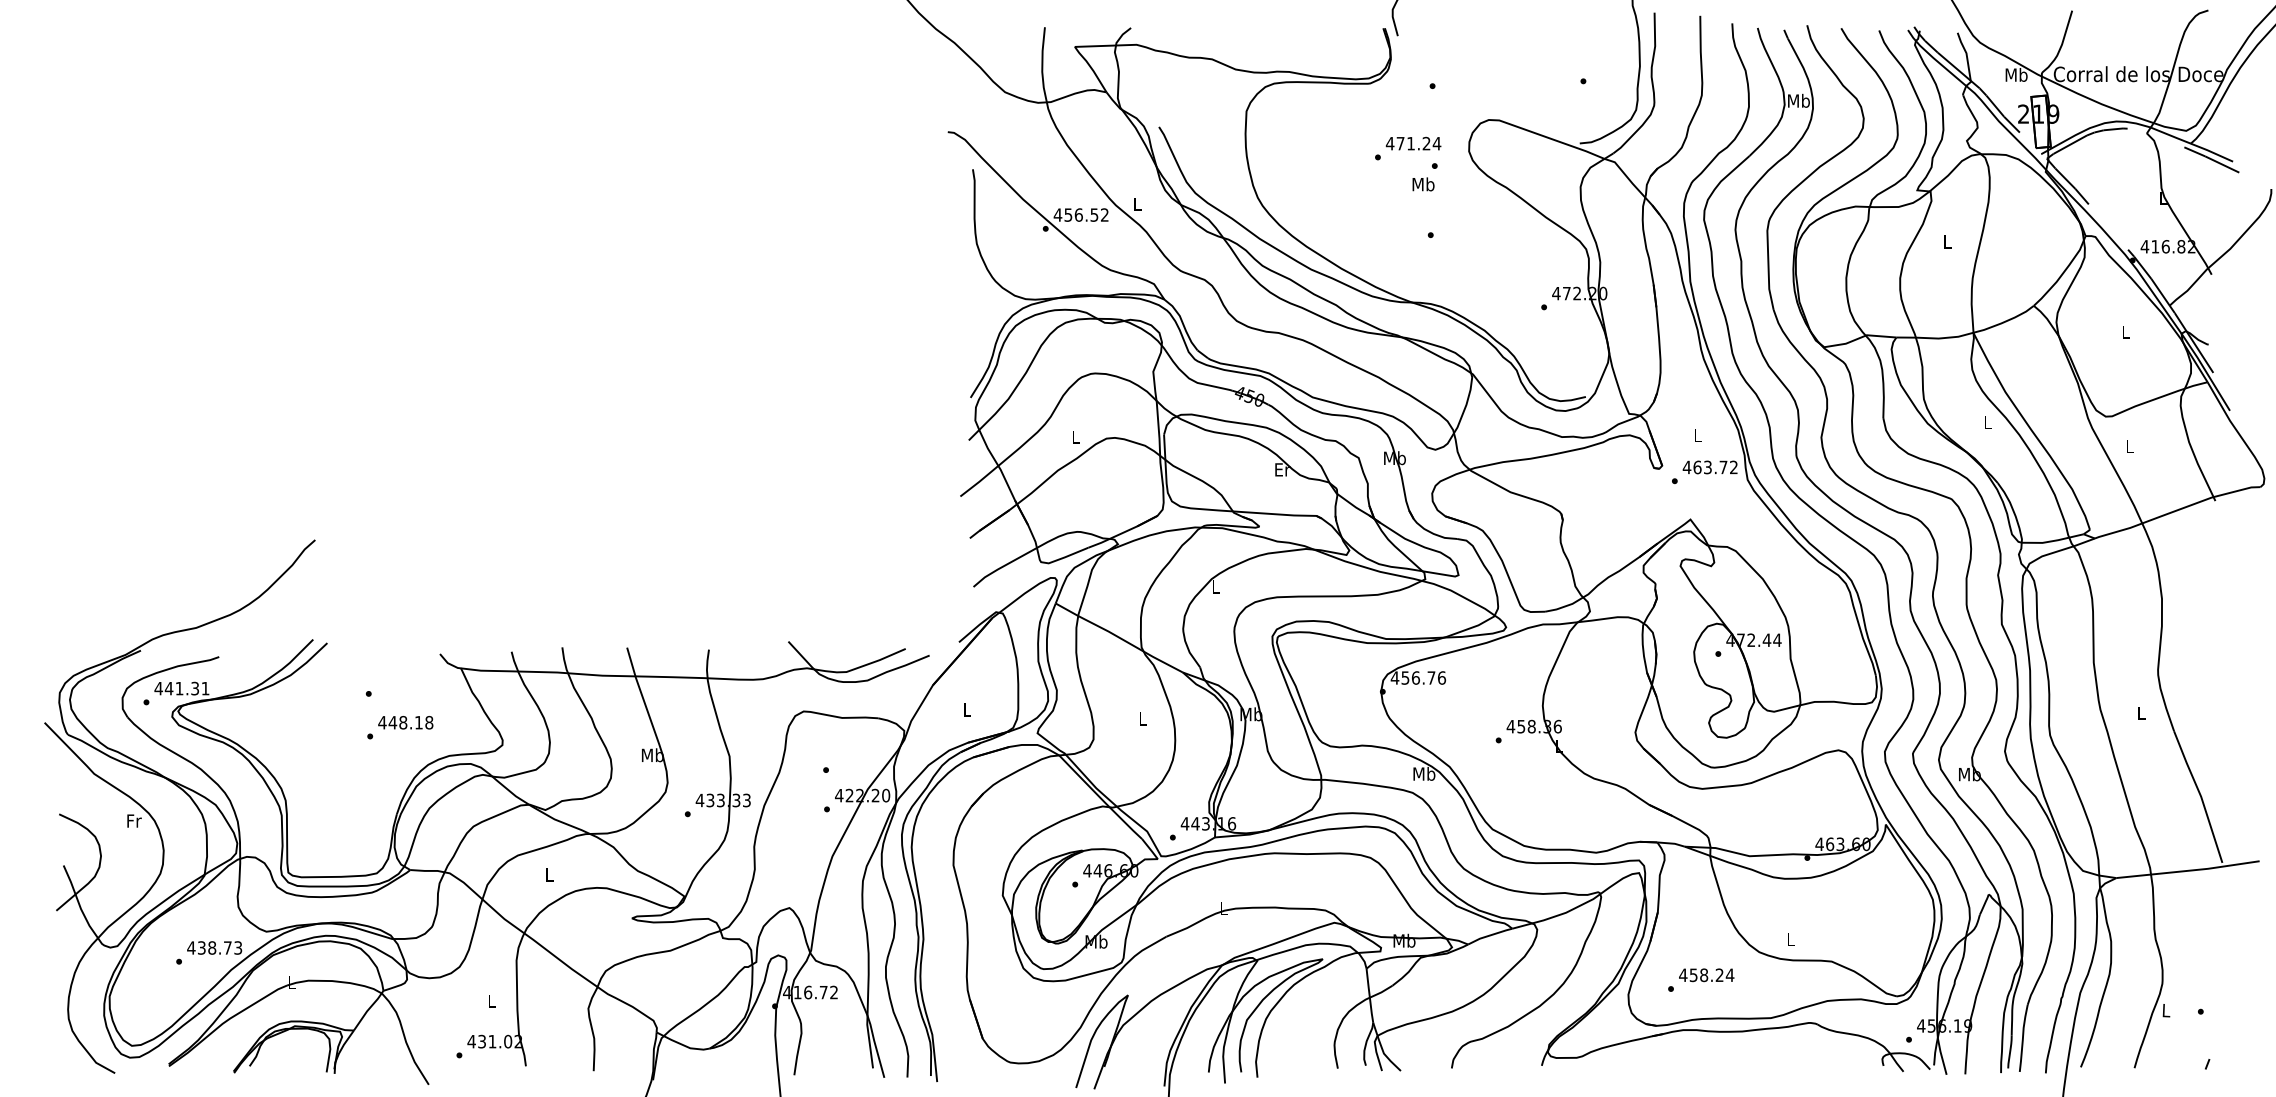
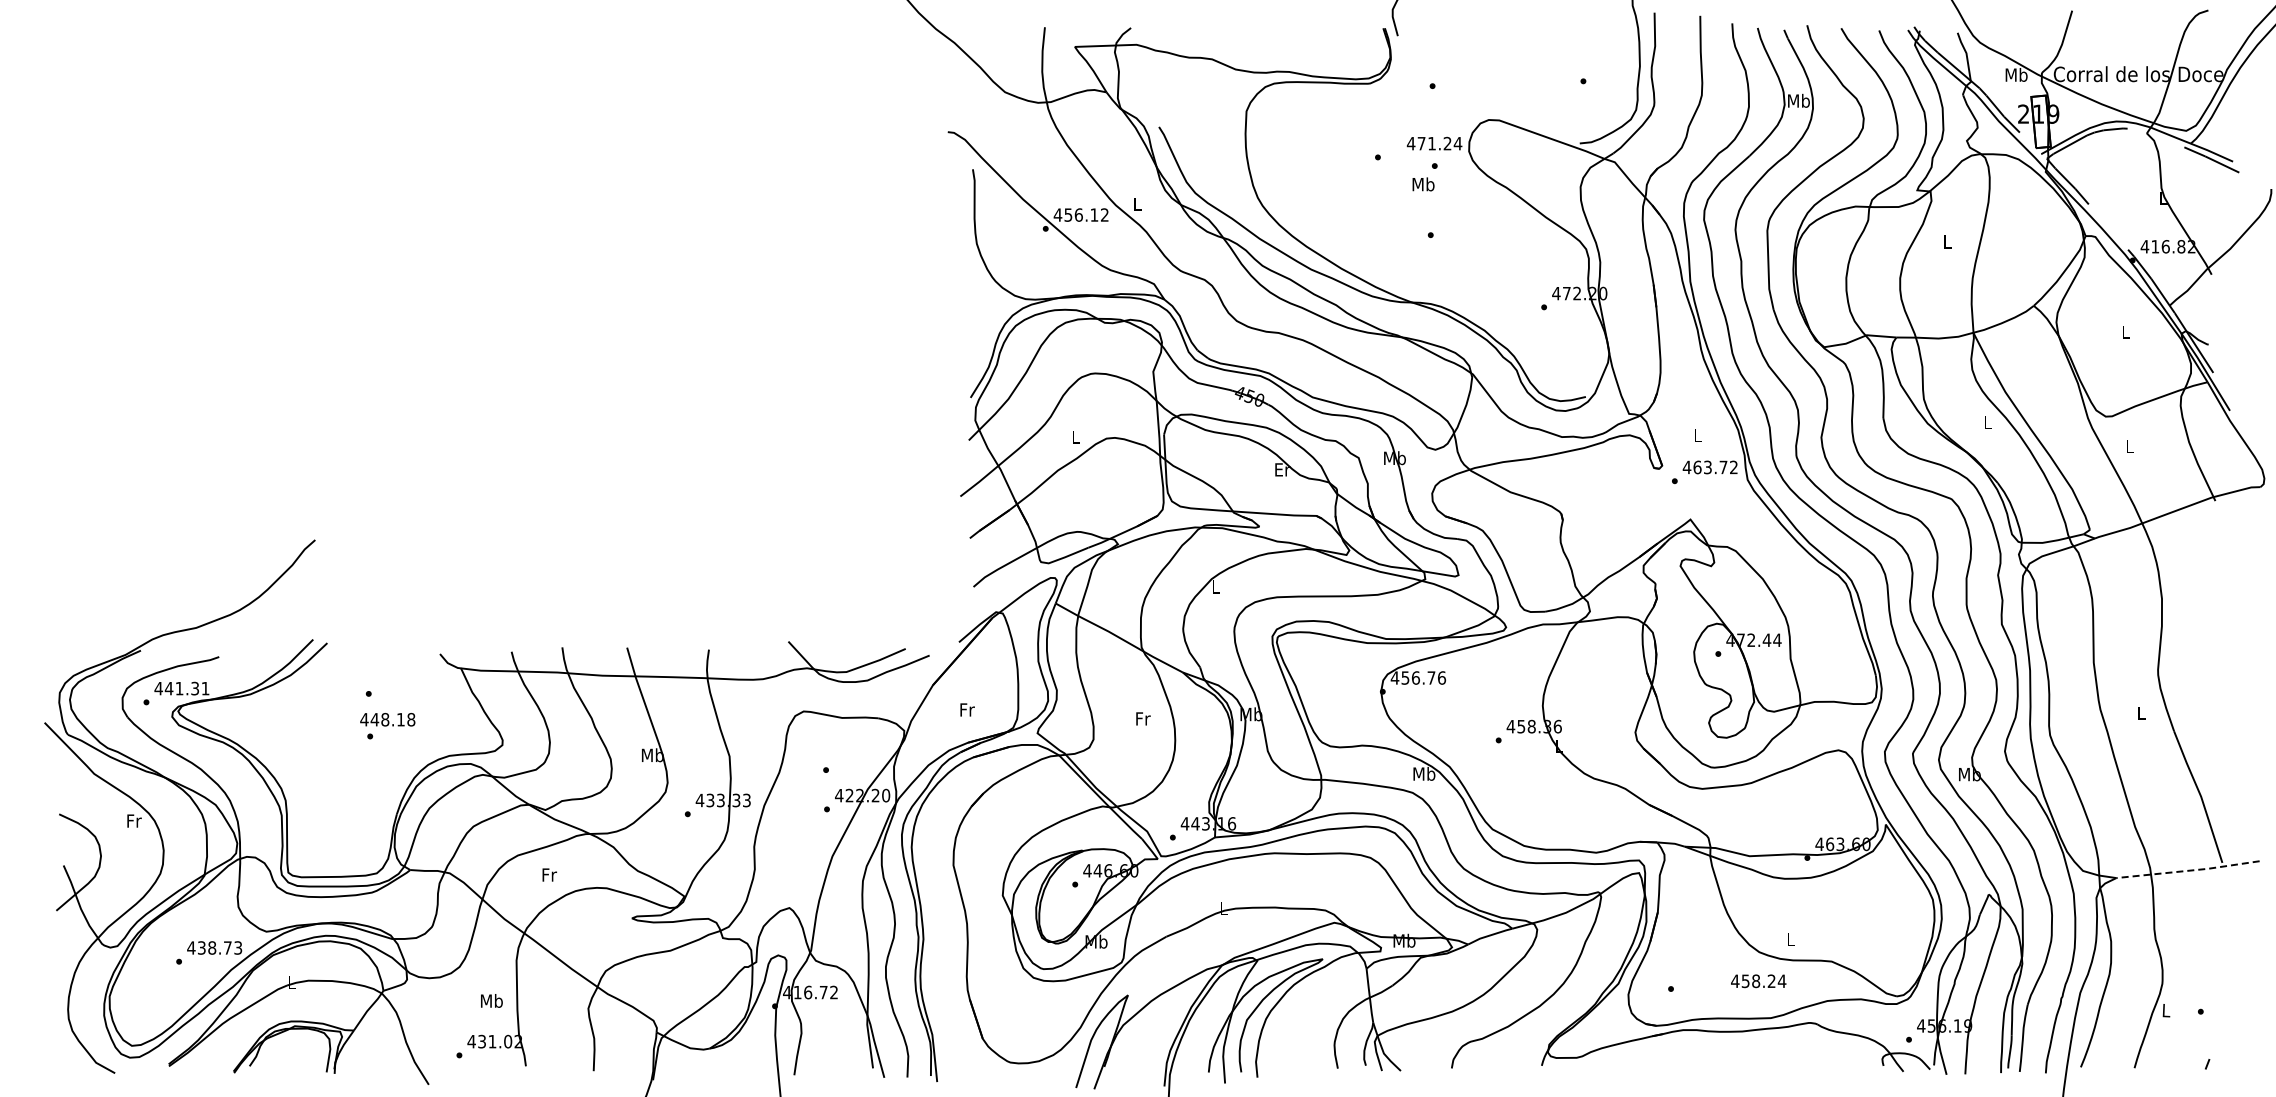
text at (1413, 143) position: (1413, 143) -> (1434, 143)
text at (1094, 214): 456.52 -> 456.12
text at (967, 709): L -> Fr
text at (1143, 718): L -> Fr
text at (405, 722) position: (405, 722) -> (387, 719)
line at (2188, 870): solid -> dashed
text at (549, 874): L -> Fr
text at (1706, 975) position: (1706, 975) -> (1758, 981)
text at (491, 1000): L -> Mb
